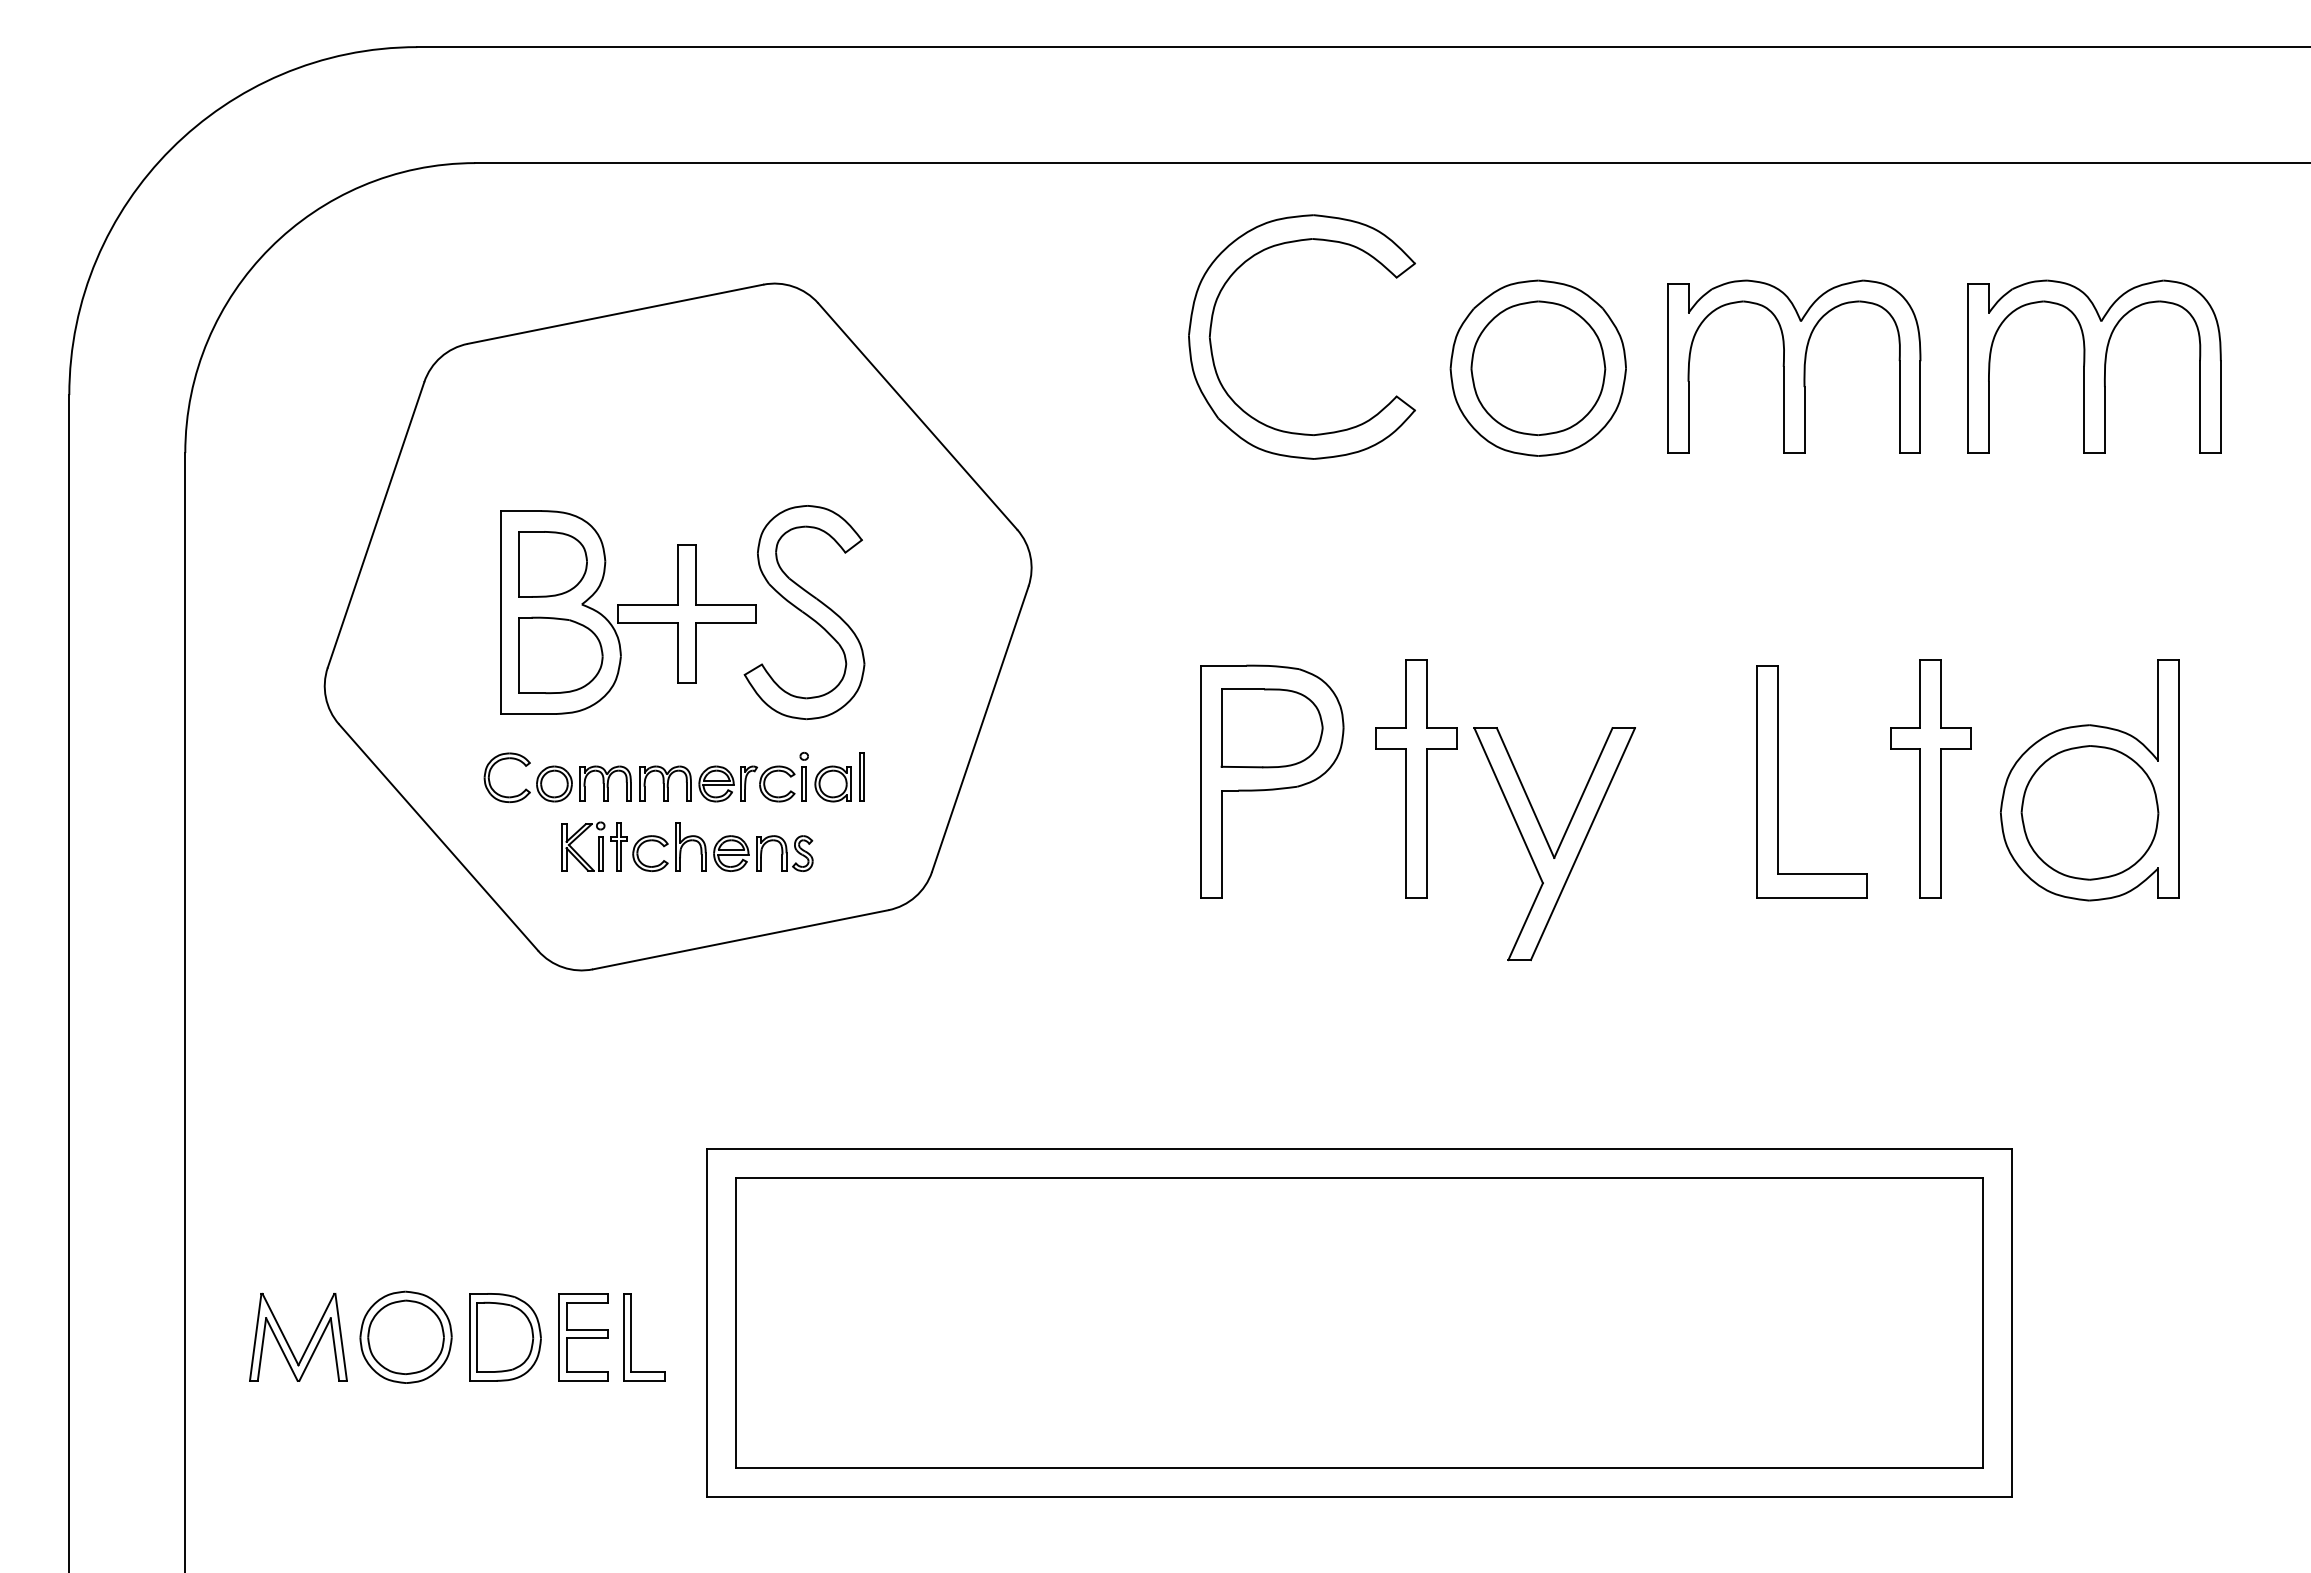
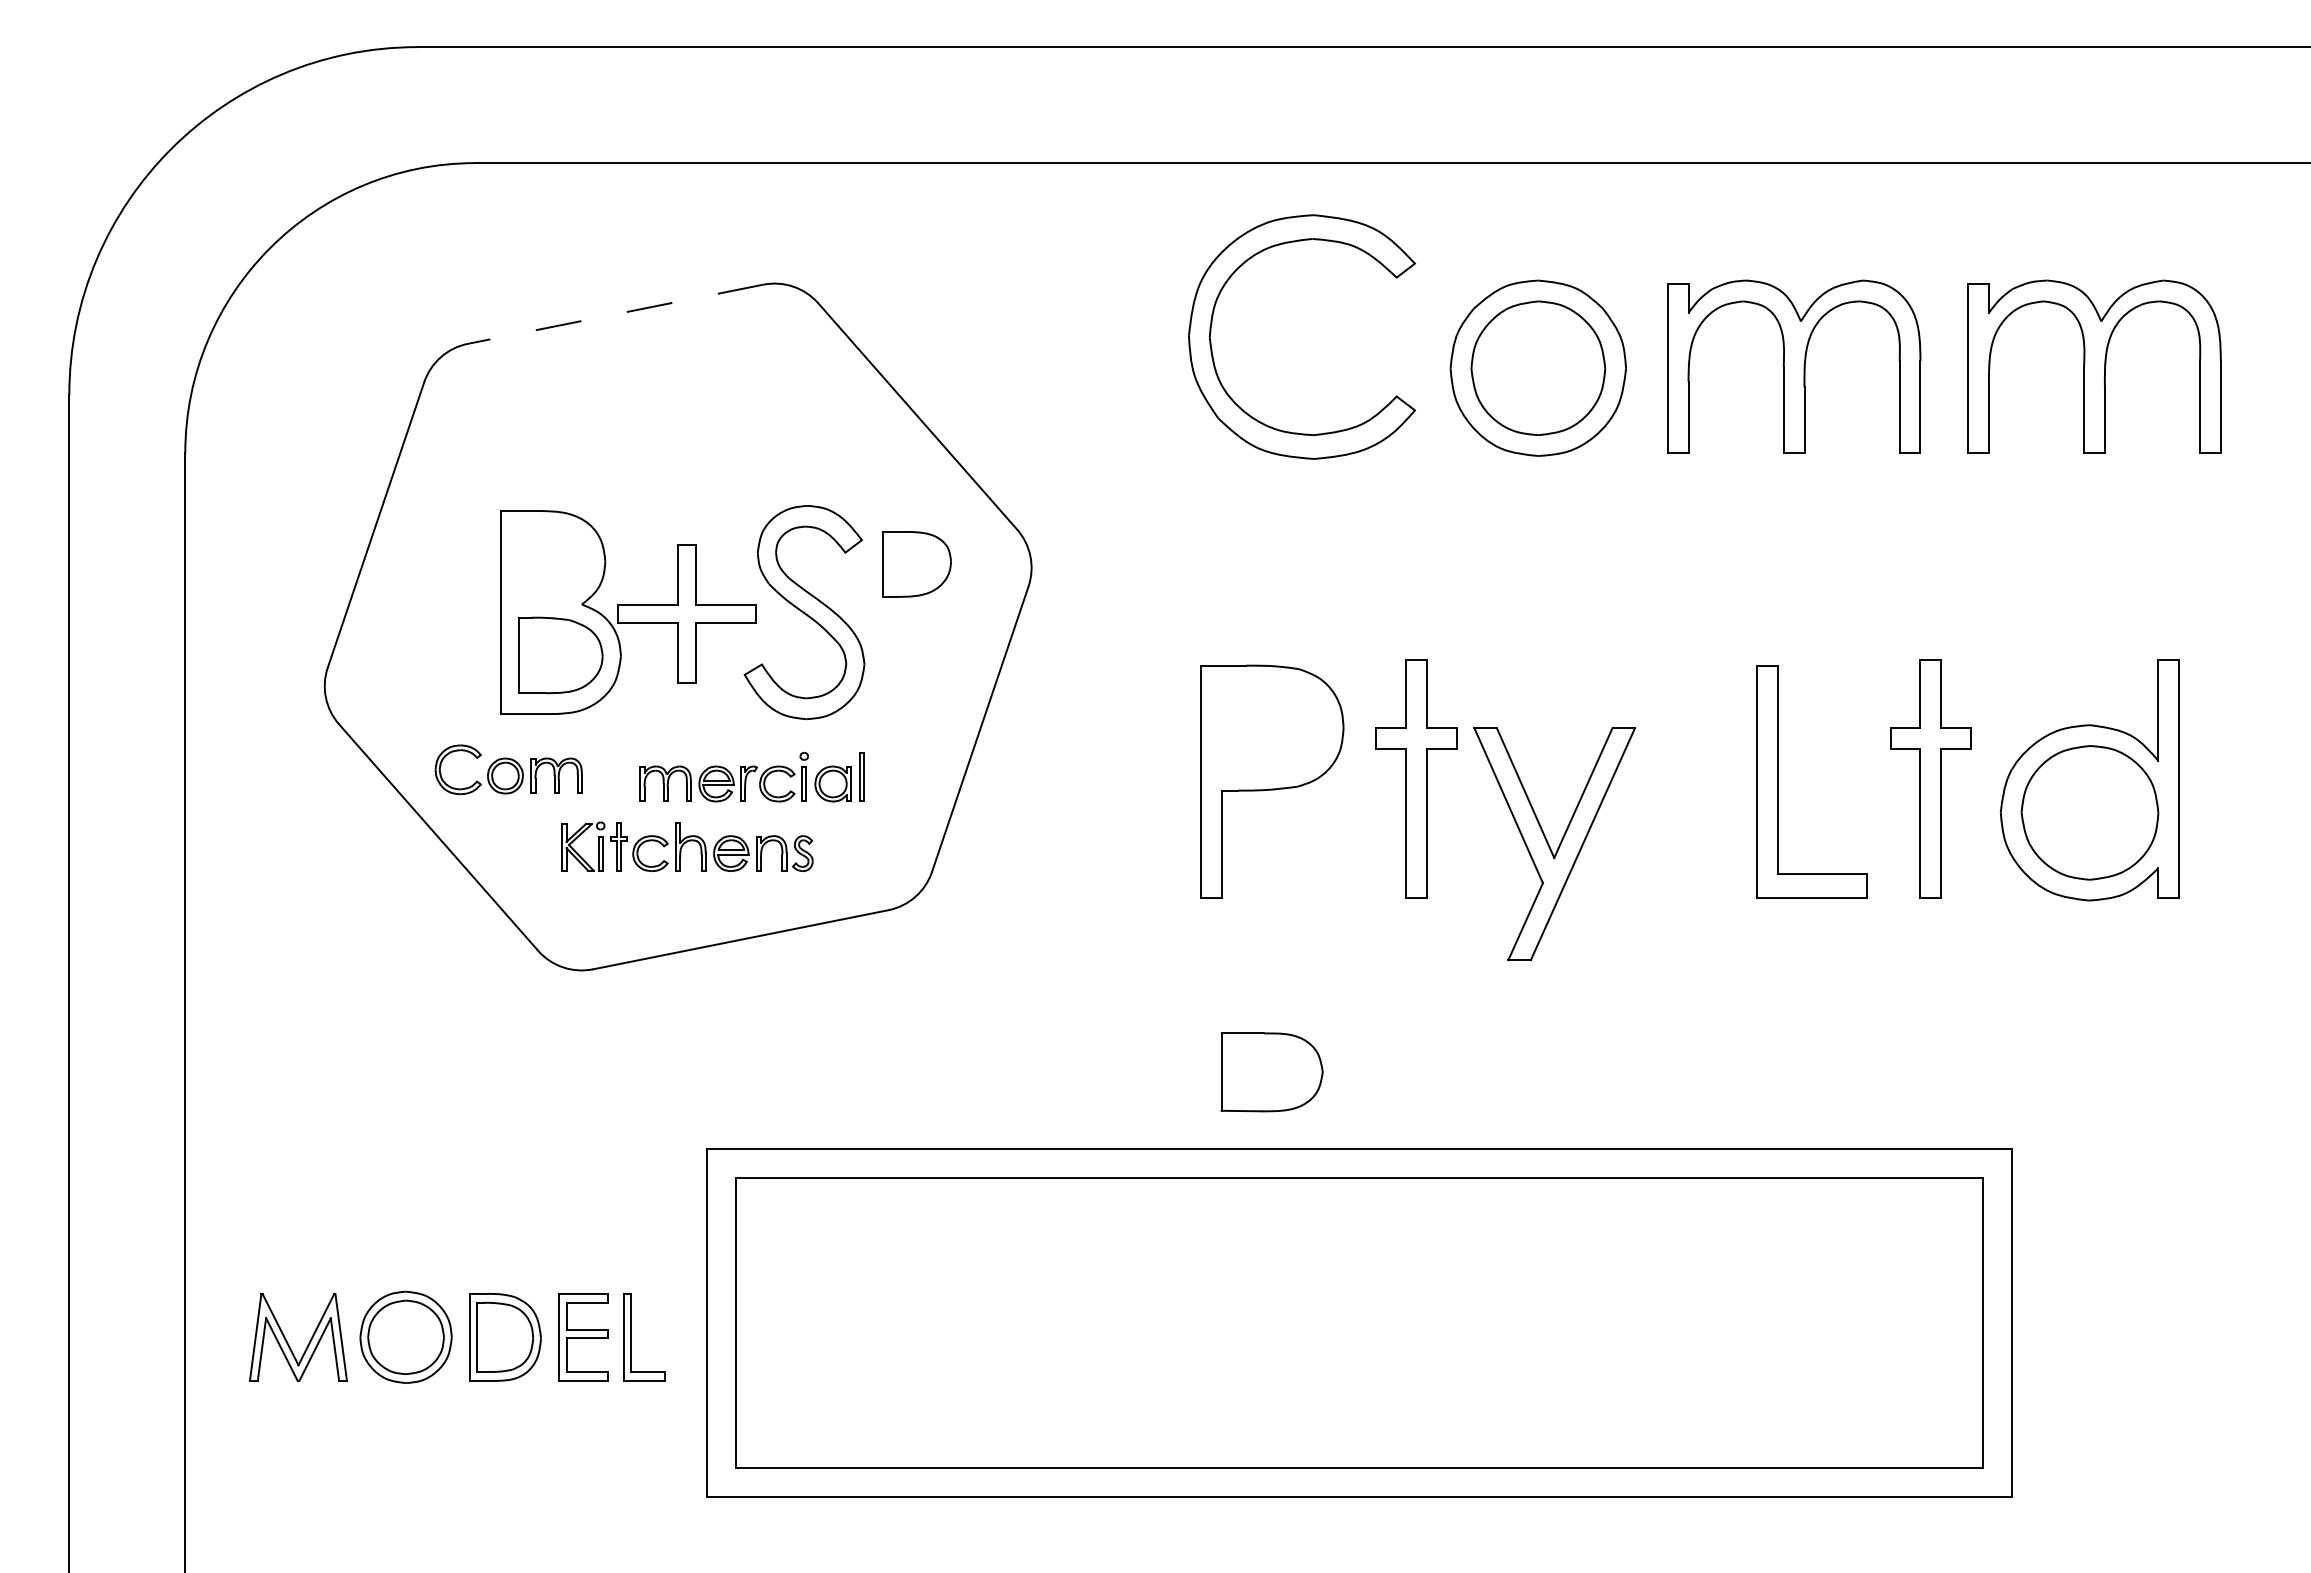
line at (615, 314): solid -> dashed
part at (552, 564) position: (552, 564) -> (916, 564)
part at (1271, 728) position: (1271, 728) -> (1271, 1072)
part at (557, 777) position: (557, 777) -> (508, 769)
